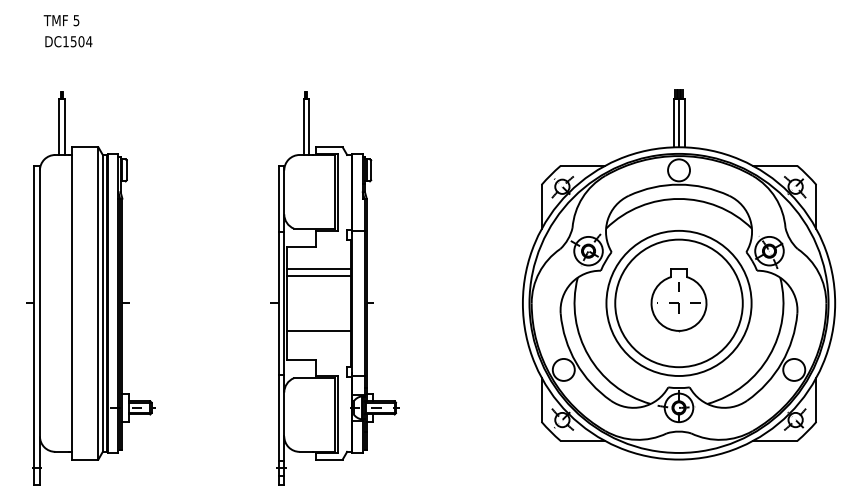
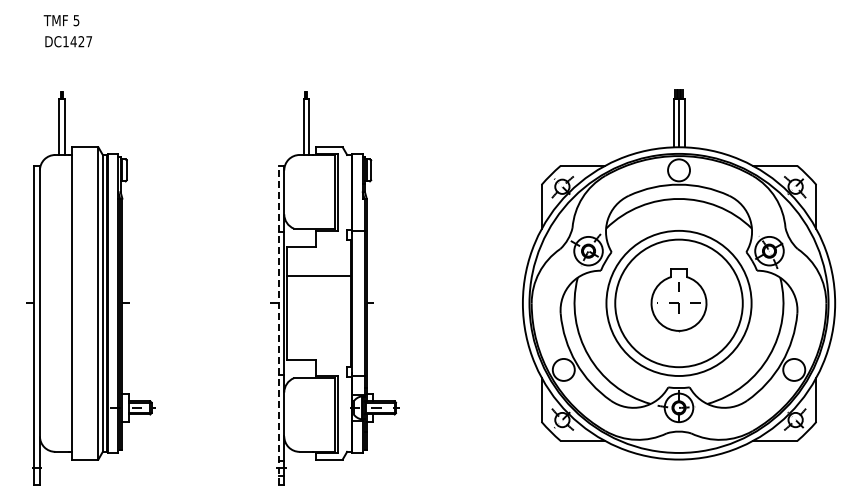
text at (81, 41): DC1504 -> DC1427
line at (319, 269): present -> none
line at (278, 324): solid -> dashed
line at (319, 330): present -> none
